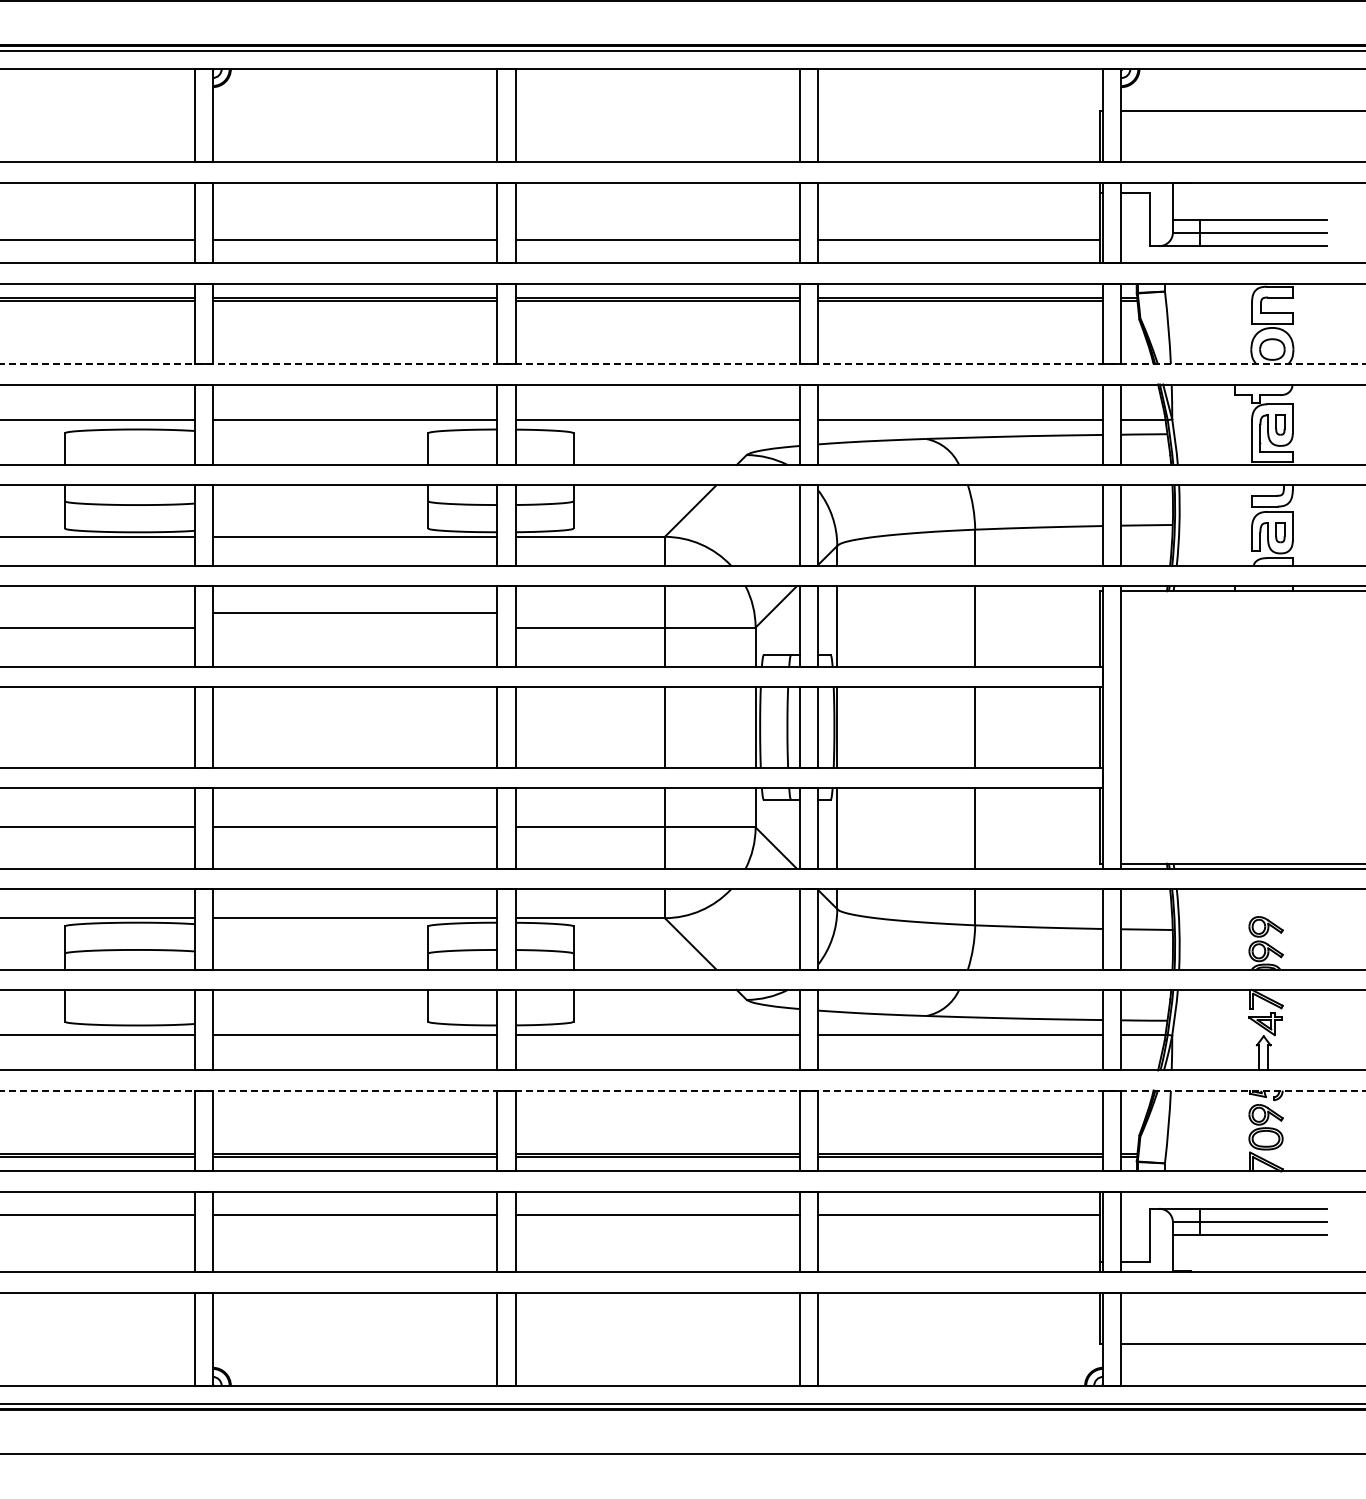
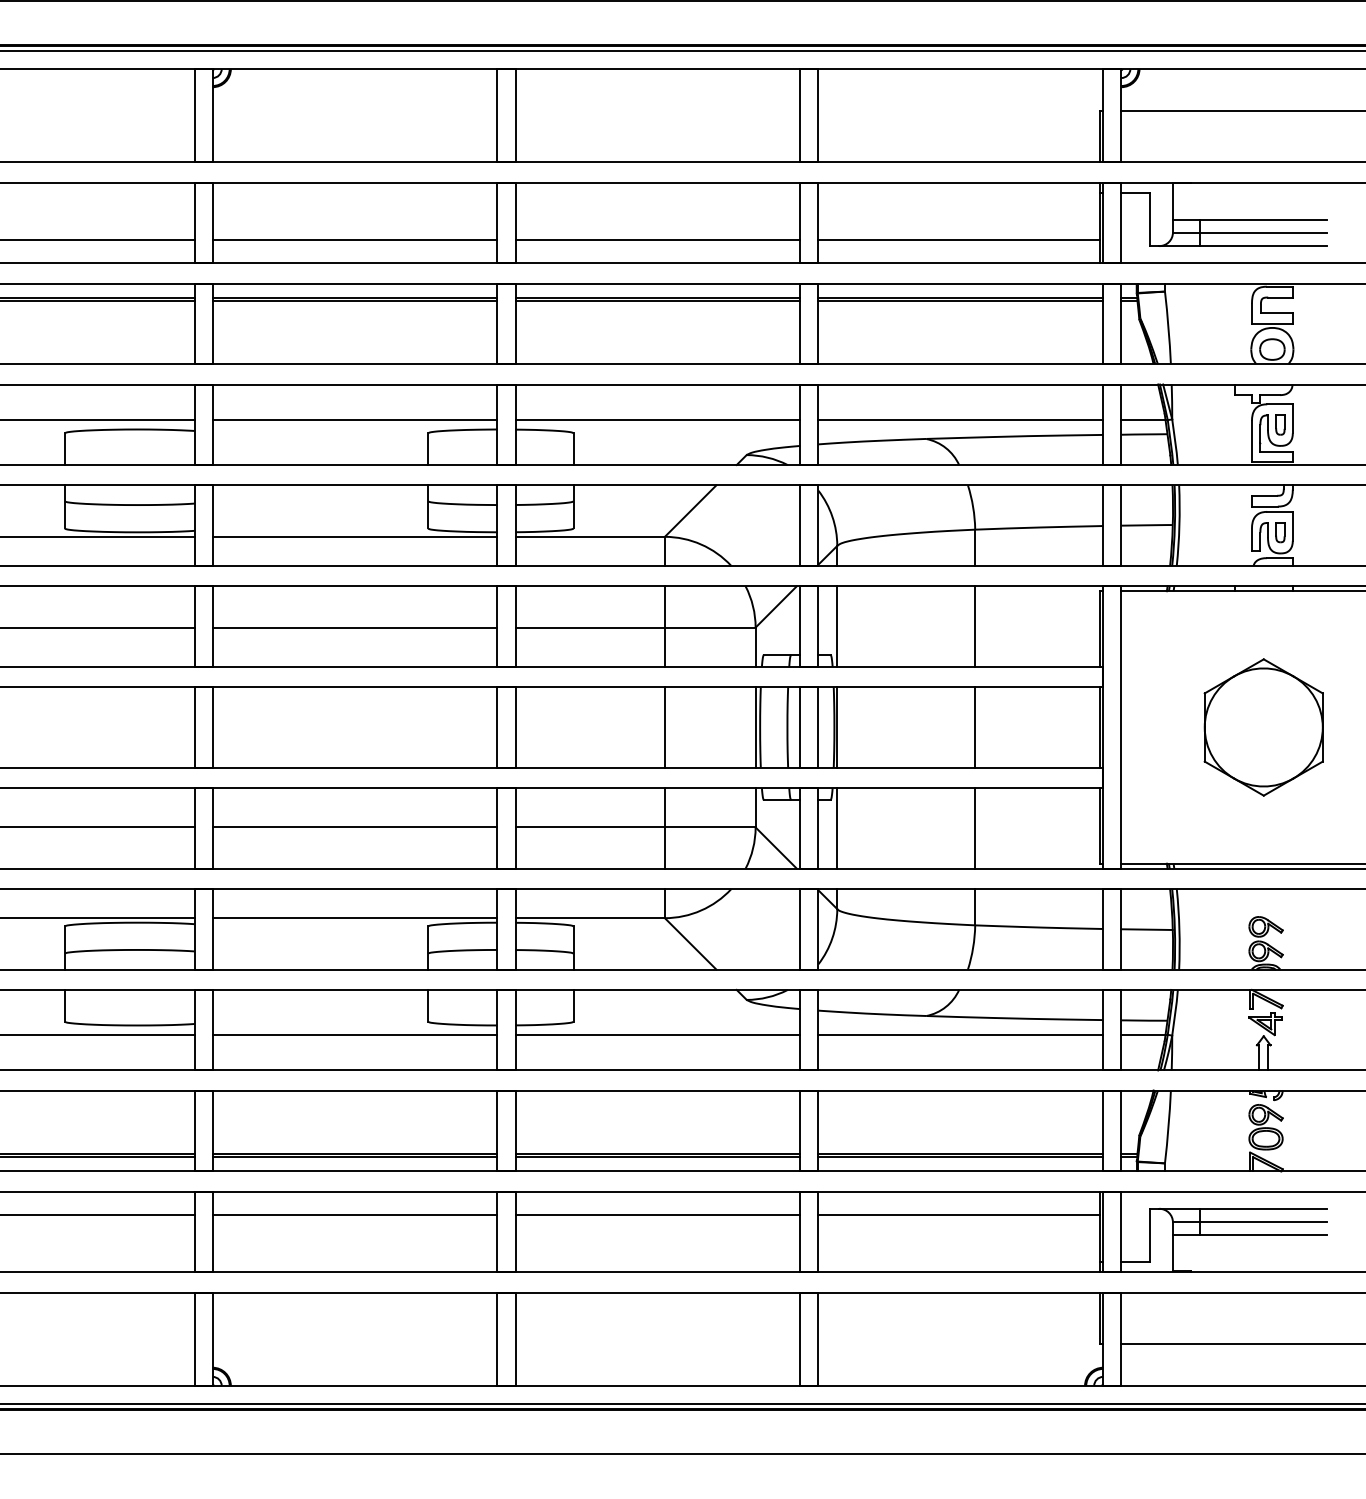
line at (682, 364): dashed -> solid
line at (354, 612) position: (354, 612) -> (354, 627)
part at (1263, 727): none -> present
line at (682, 1090): dashed -> solid
